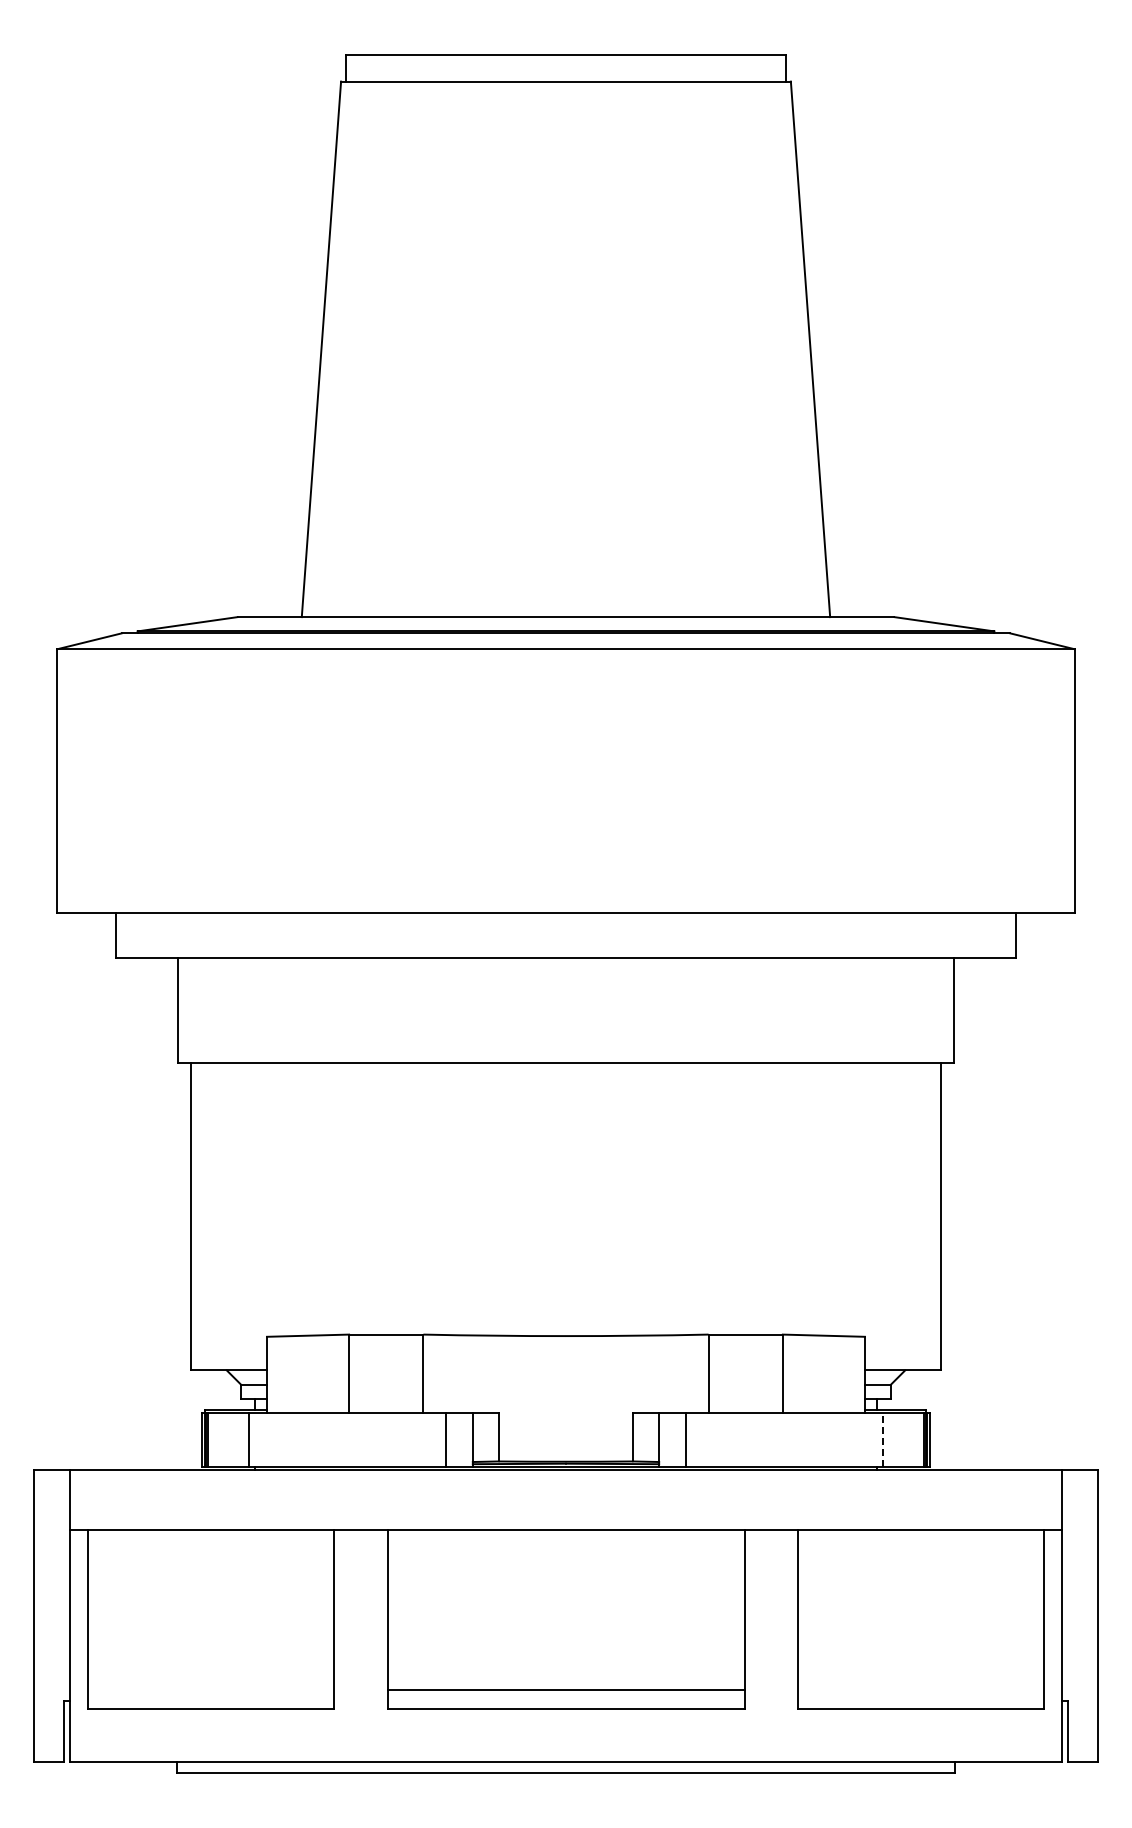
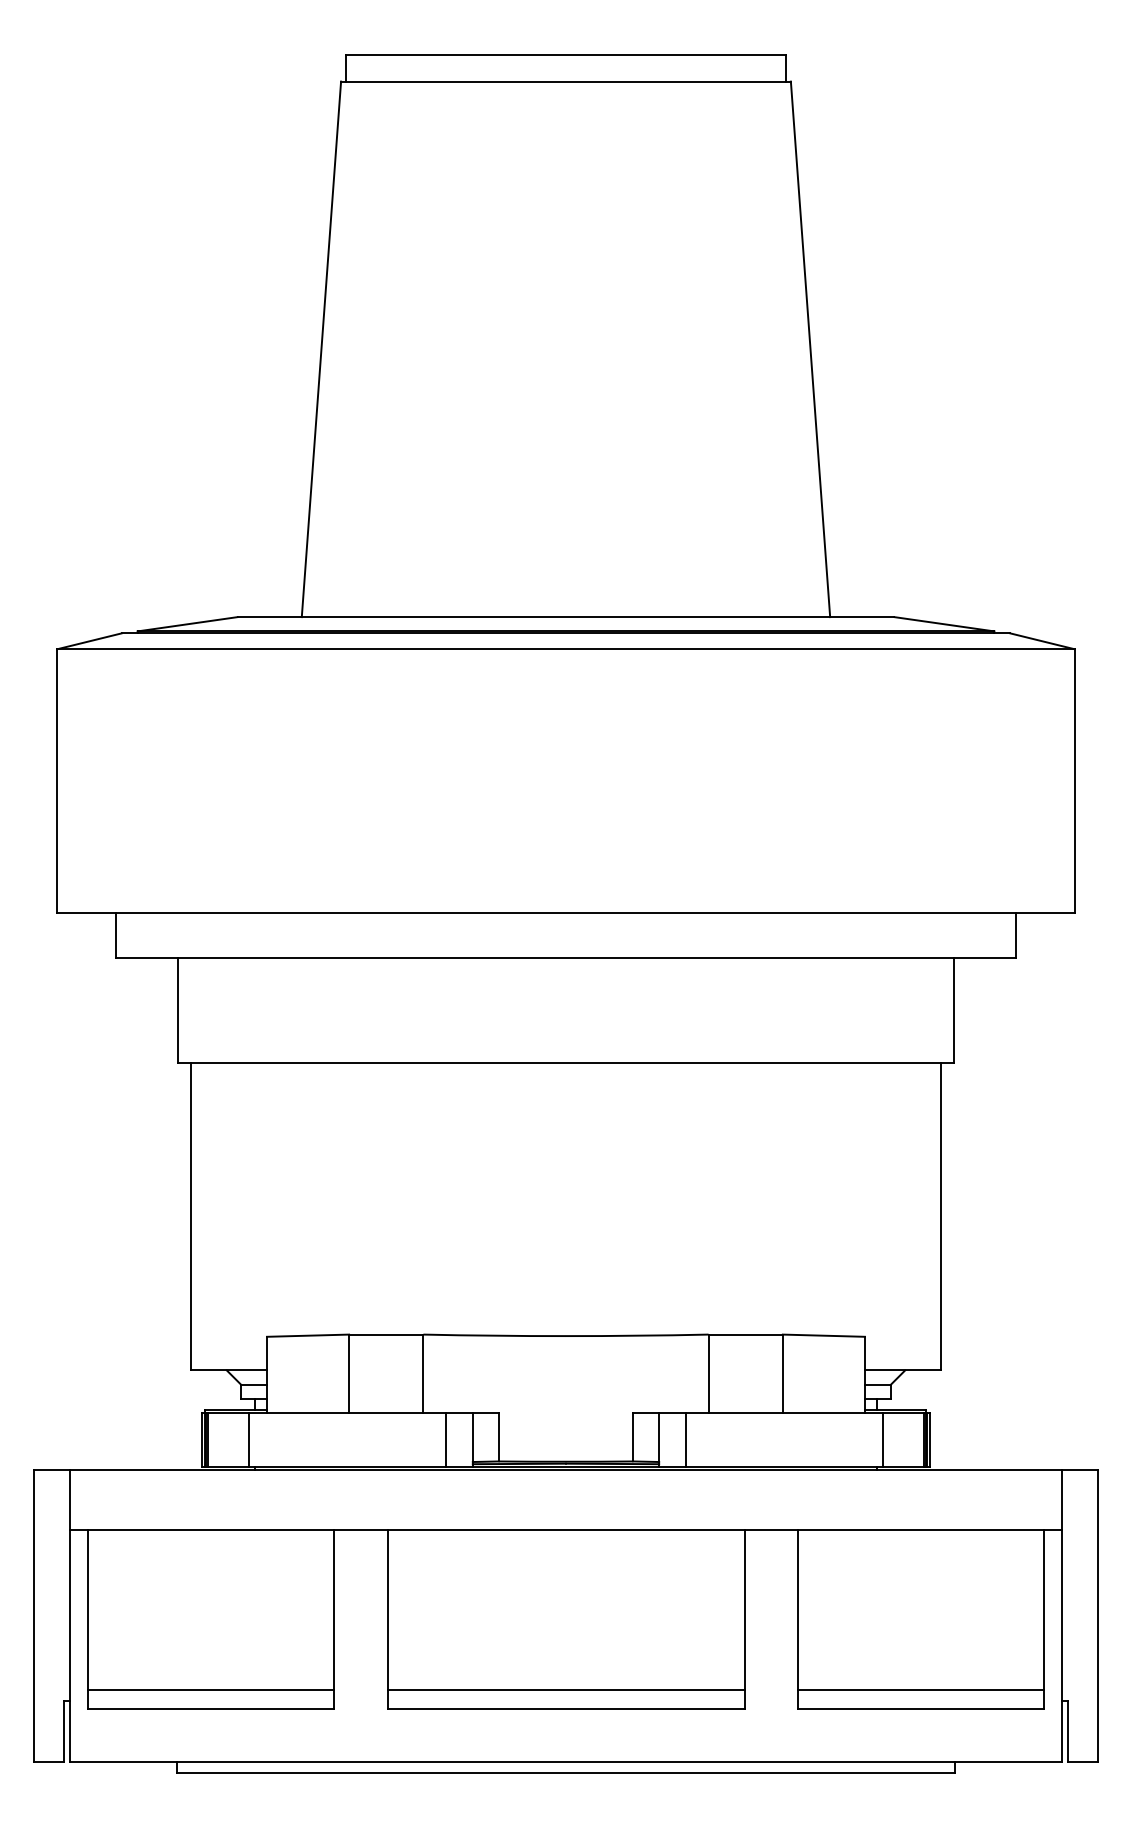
line at (883, 1440): dashed -> solid
line at (210, 1690): none -> present
line at (921, 1690): none -> present
